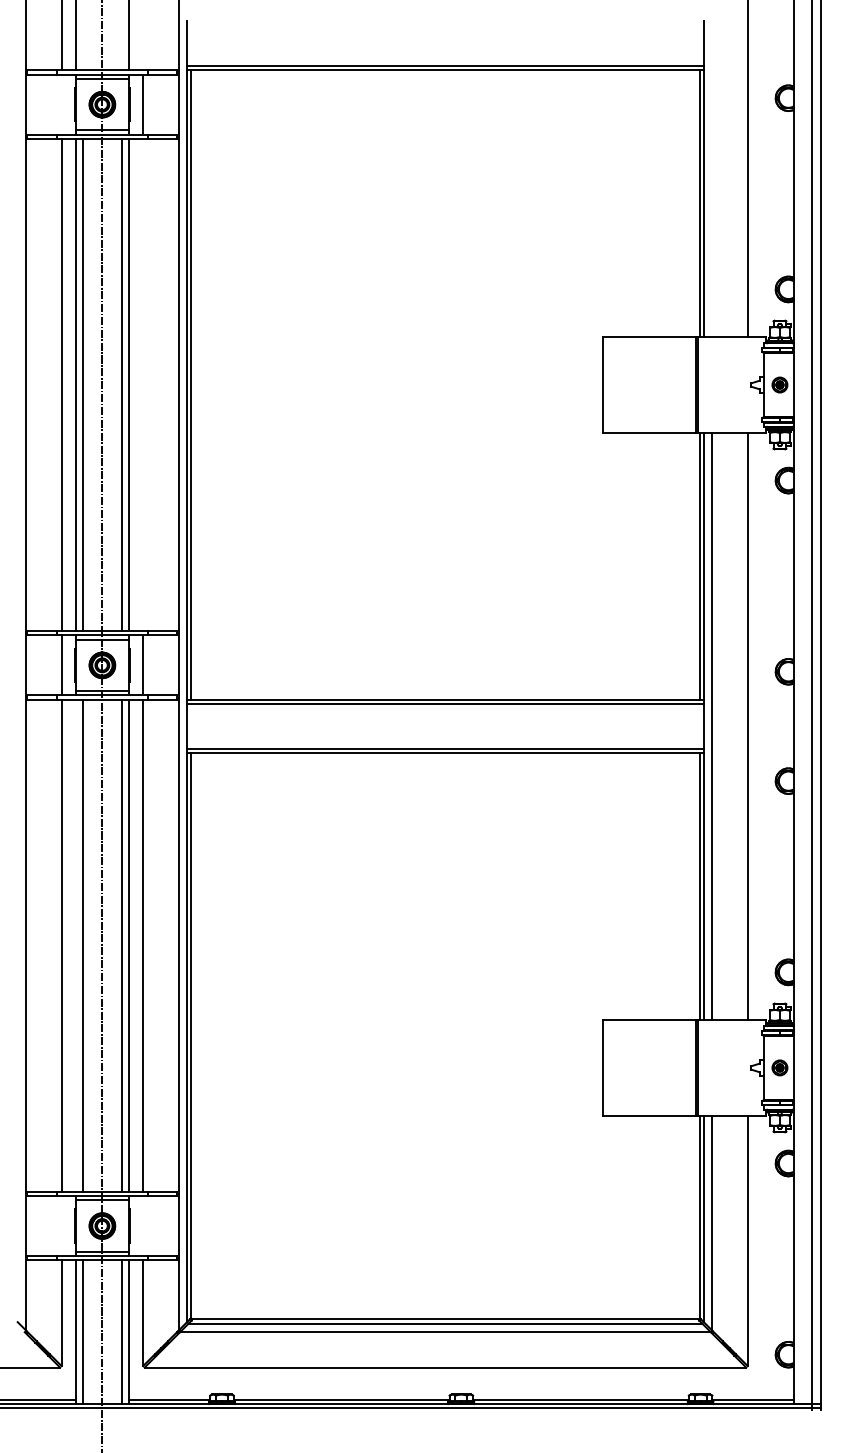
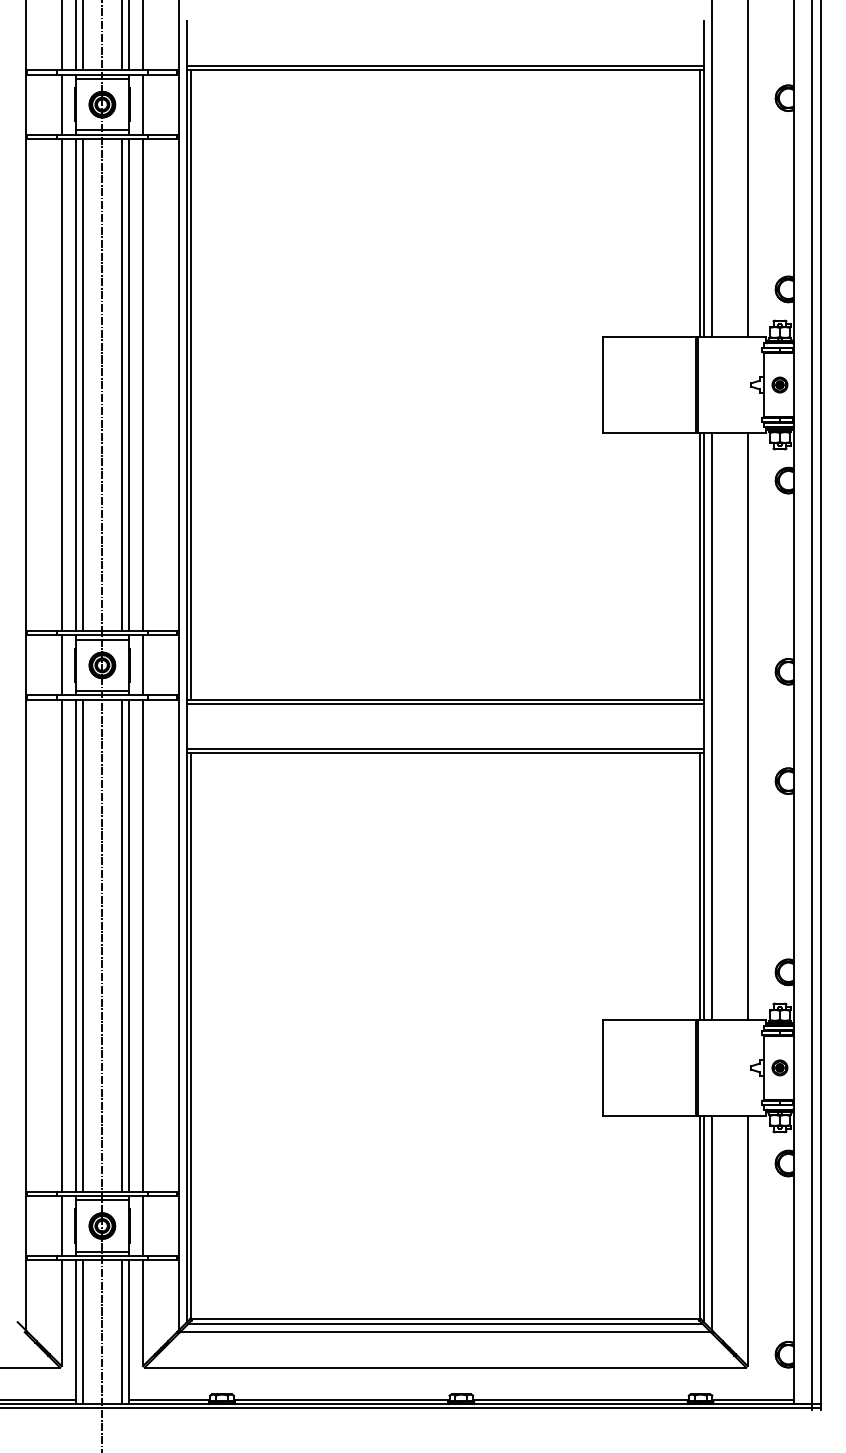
line at (83, 36): none -> present
line at (121, 36): none -> present
line at (143, 36): none -> present
line at (61, 104): none -> present
line at (712, 169): none -> present
line at (143, 385): none -> present
line at (75, 945): none -> present
line at (61, 1226): none -> present
line at (143, 1226): none -> present
